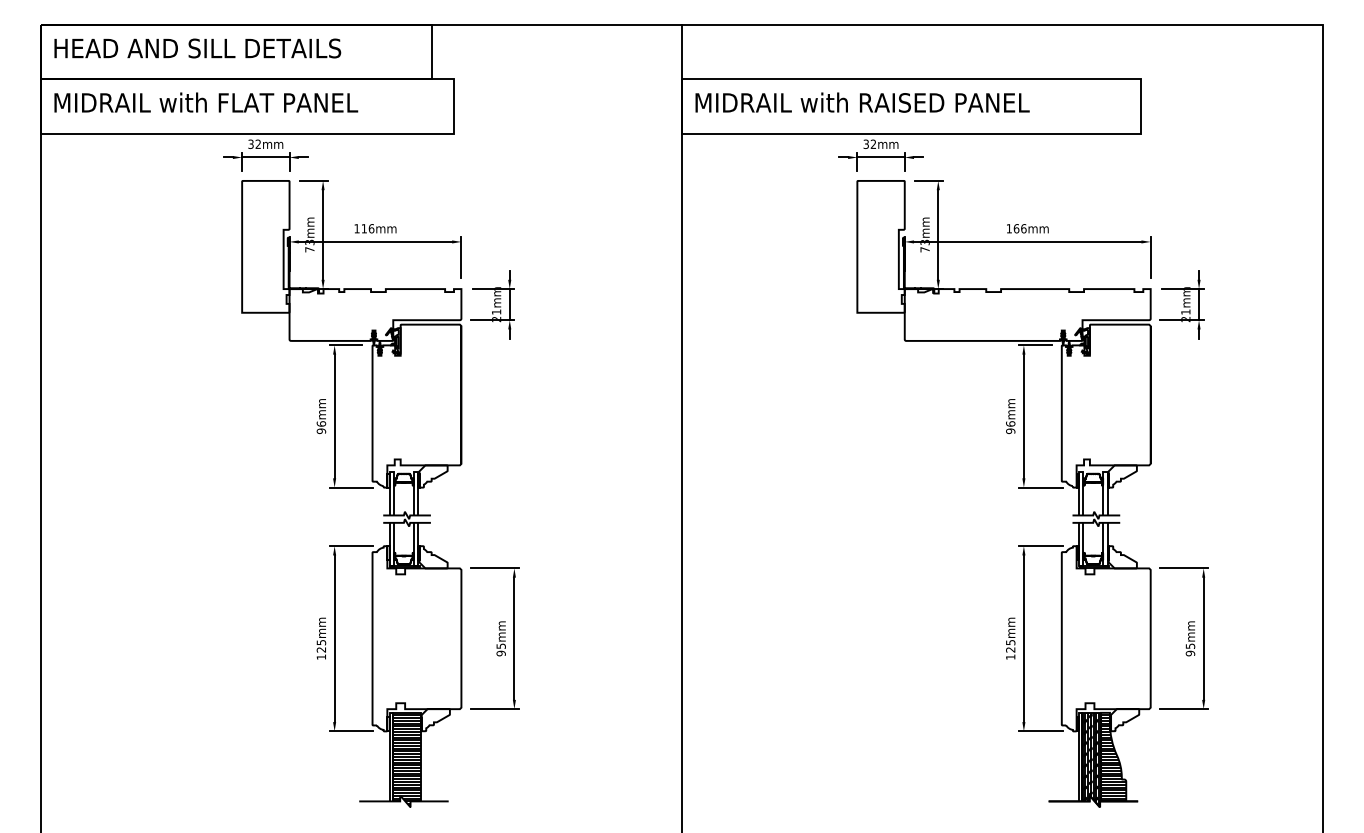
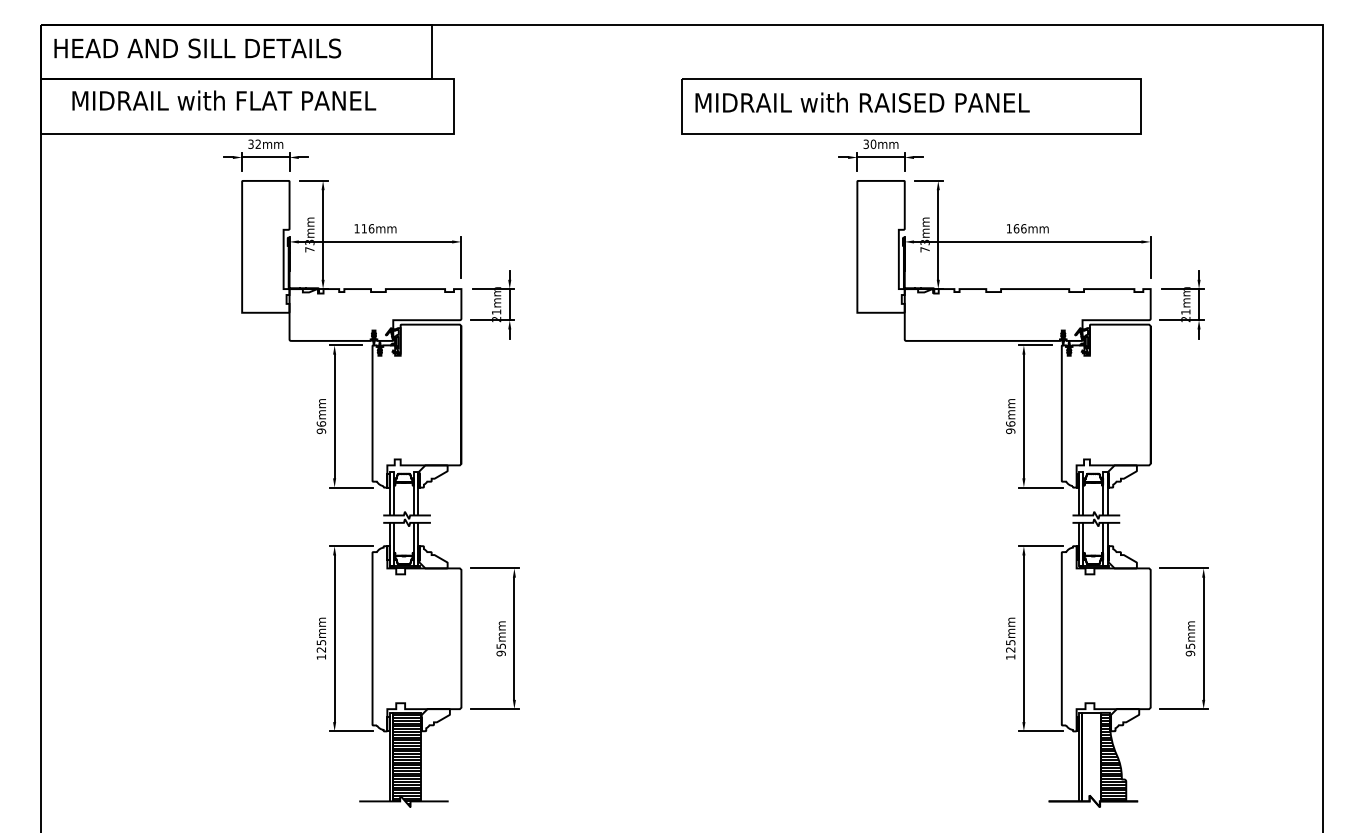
text at (206, 102) position: (206, 102) -> (224, 100)
text at (873, 143): 32mm -> 30mm
line at (681, 426): present -> none
hatch at (1091, 759): present -> none
